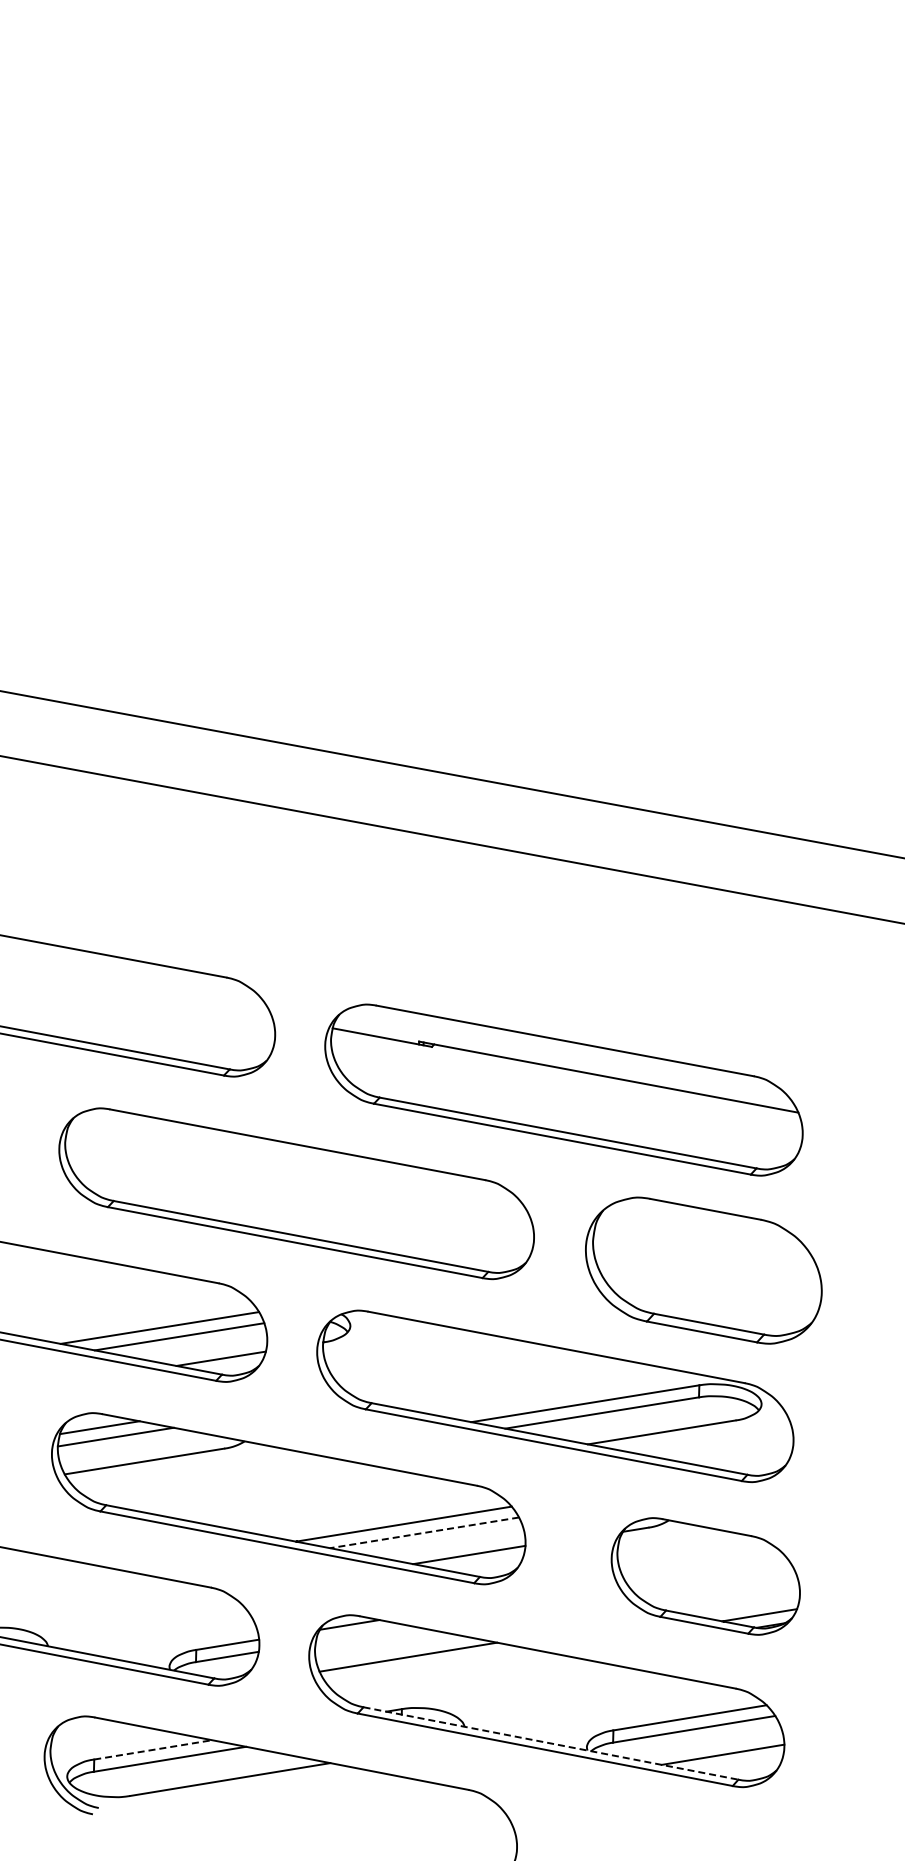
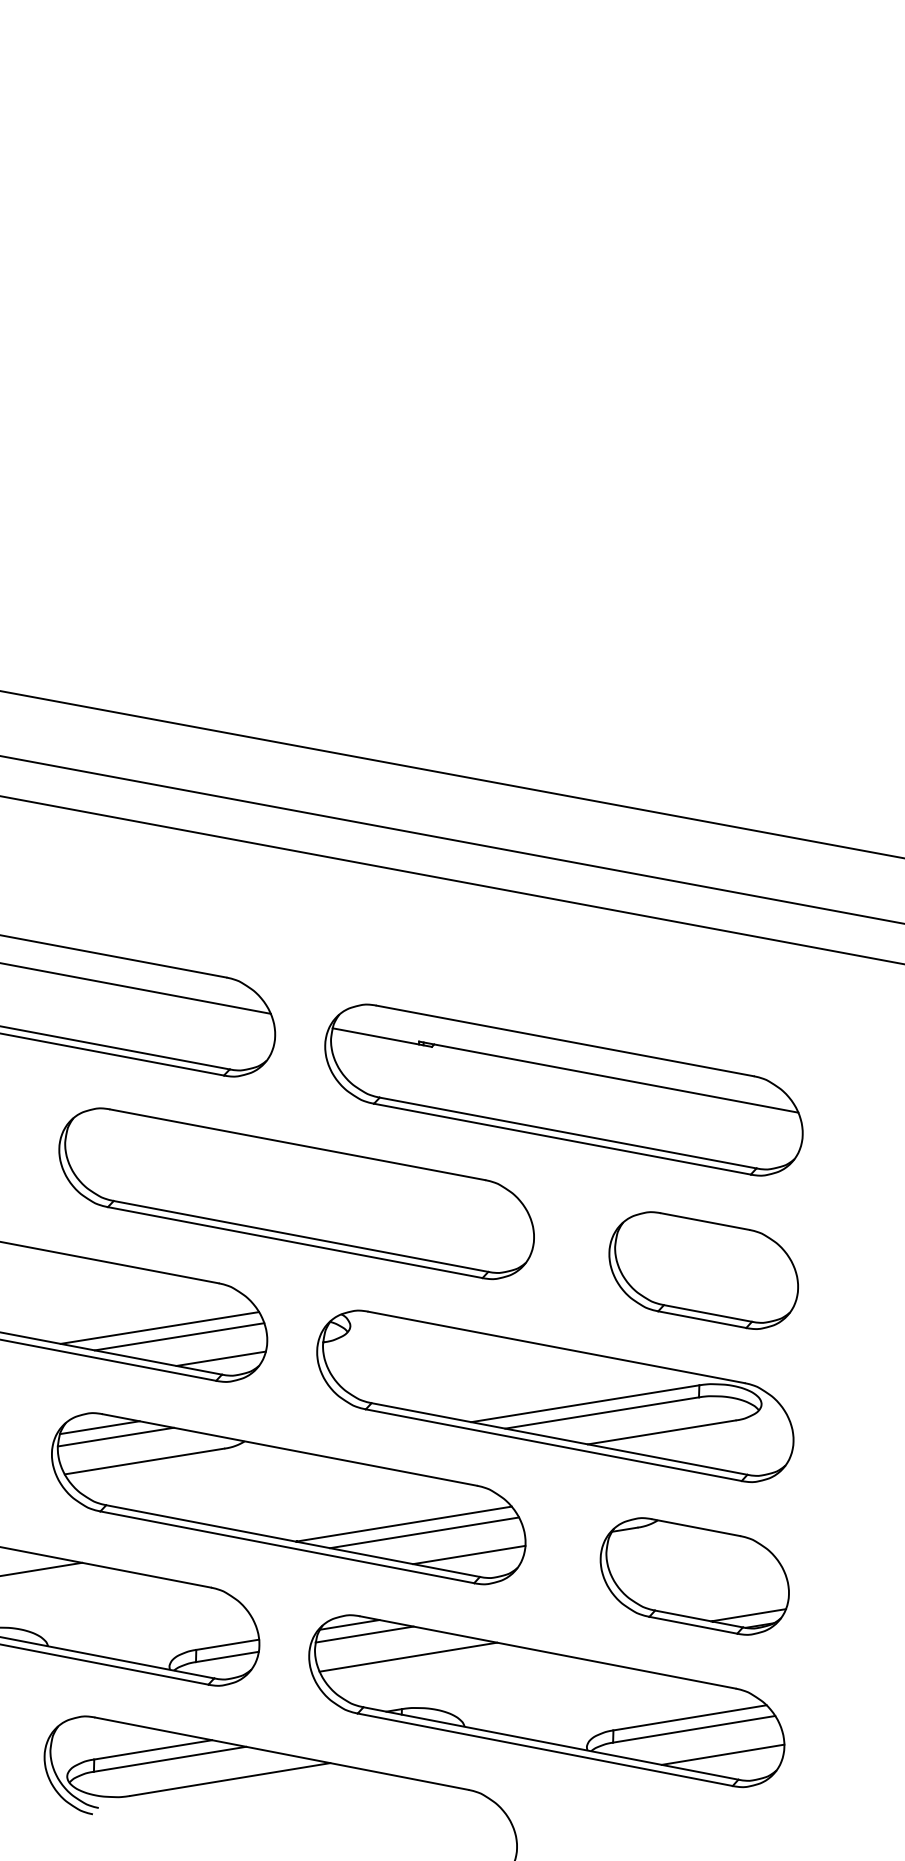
line at (451, 879): none -> present
line at (136, 988): none -> present
part at (703, 1270) size: 238x149 px -> 191x119 px
line at (424, 1532): dashed -> solid
line at (42, 1568): none -> present
part at (705, 1576) position: (705, 1576) -> (694, 1576)
line at (364, 1634): none -> present
line at (550, 1743): dashed -> solid
line at (153, 1749): dashed -> solid
